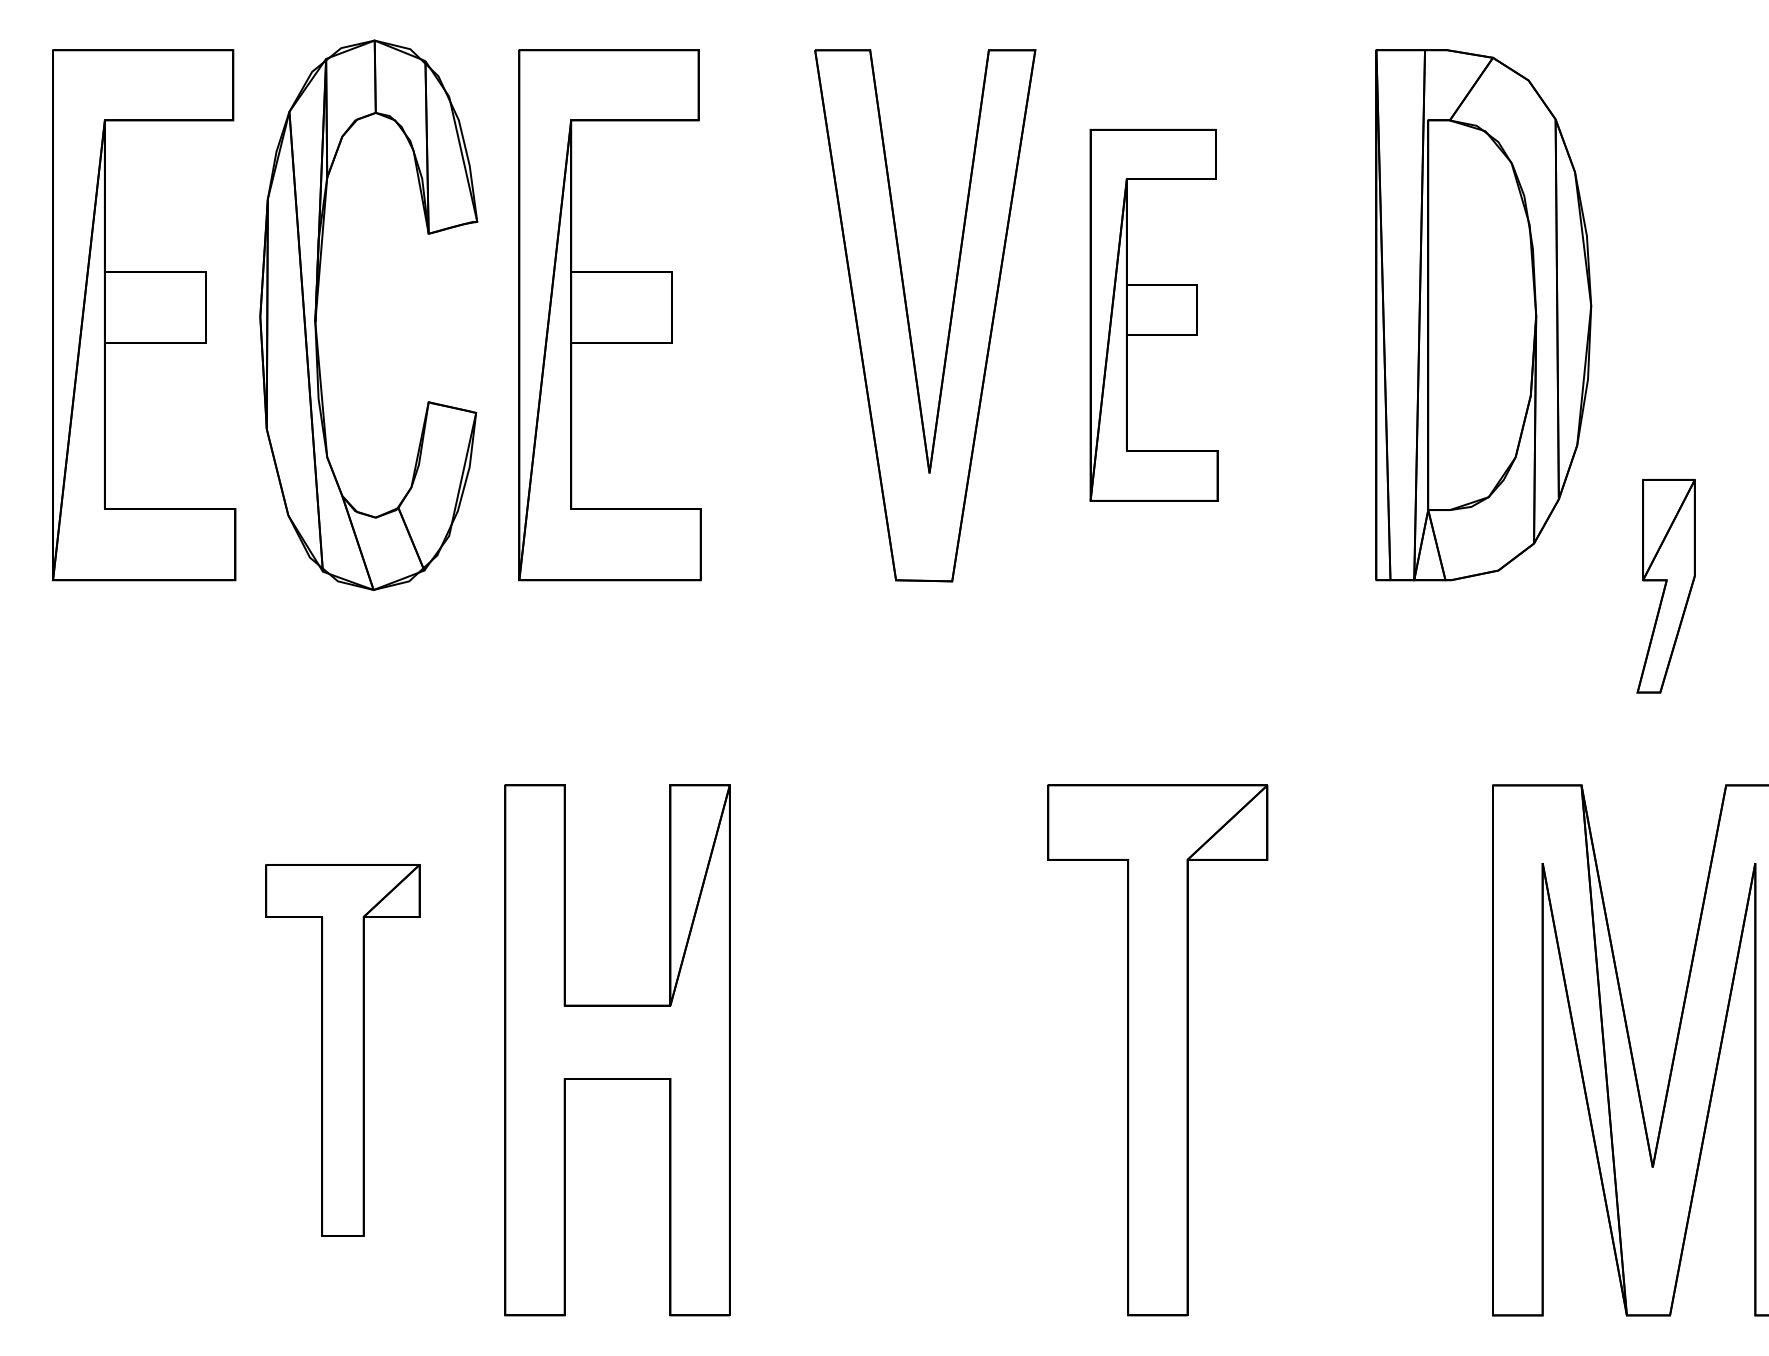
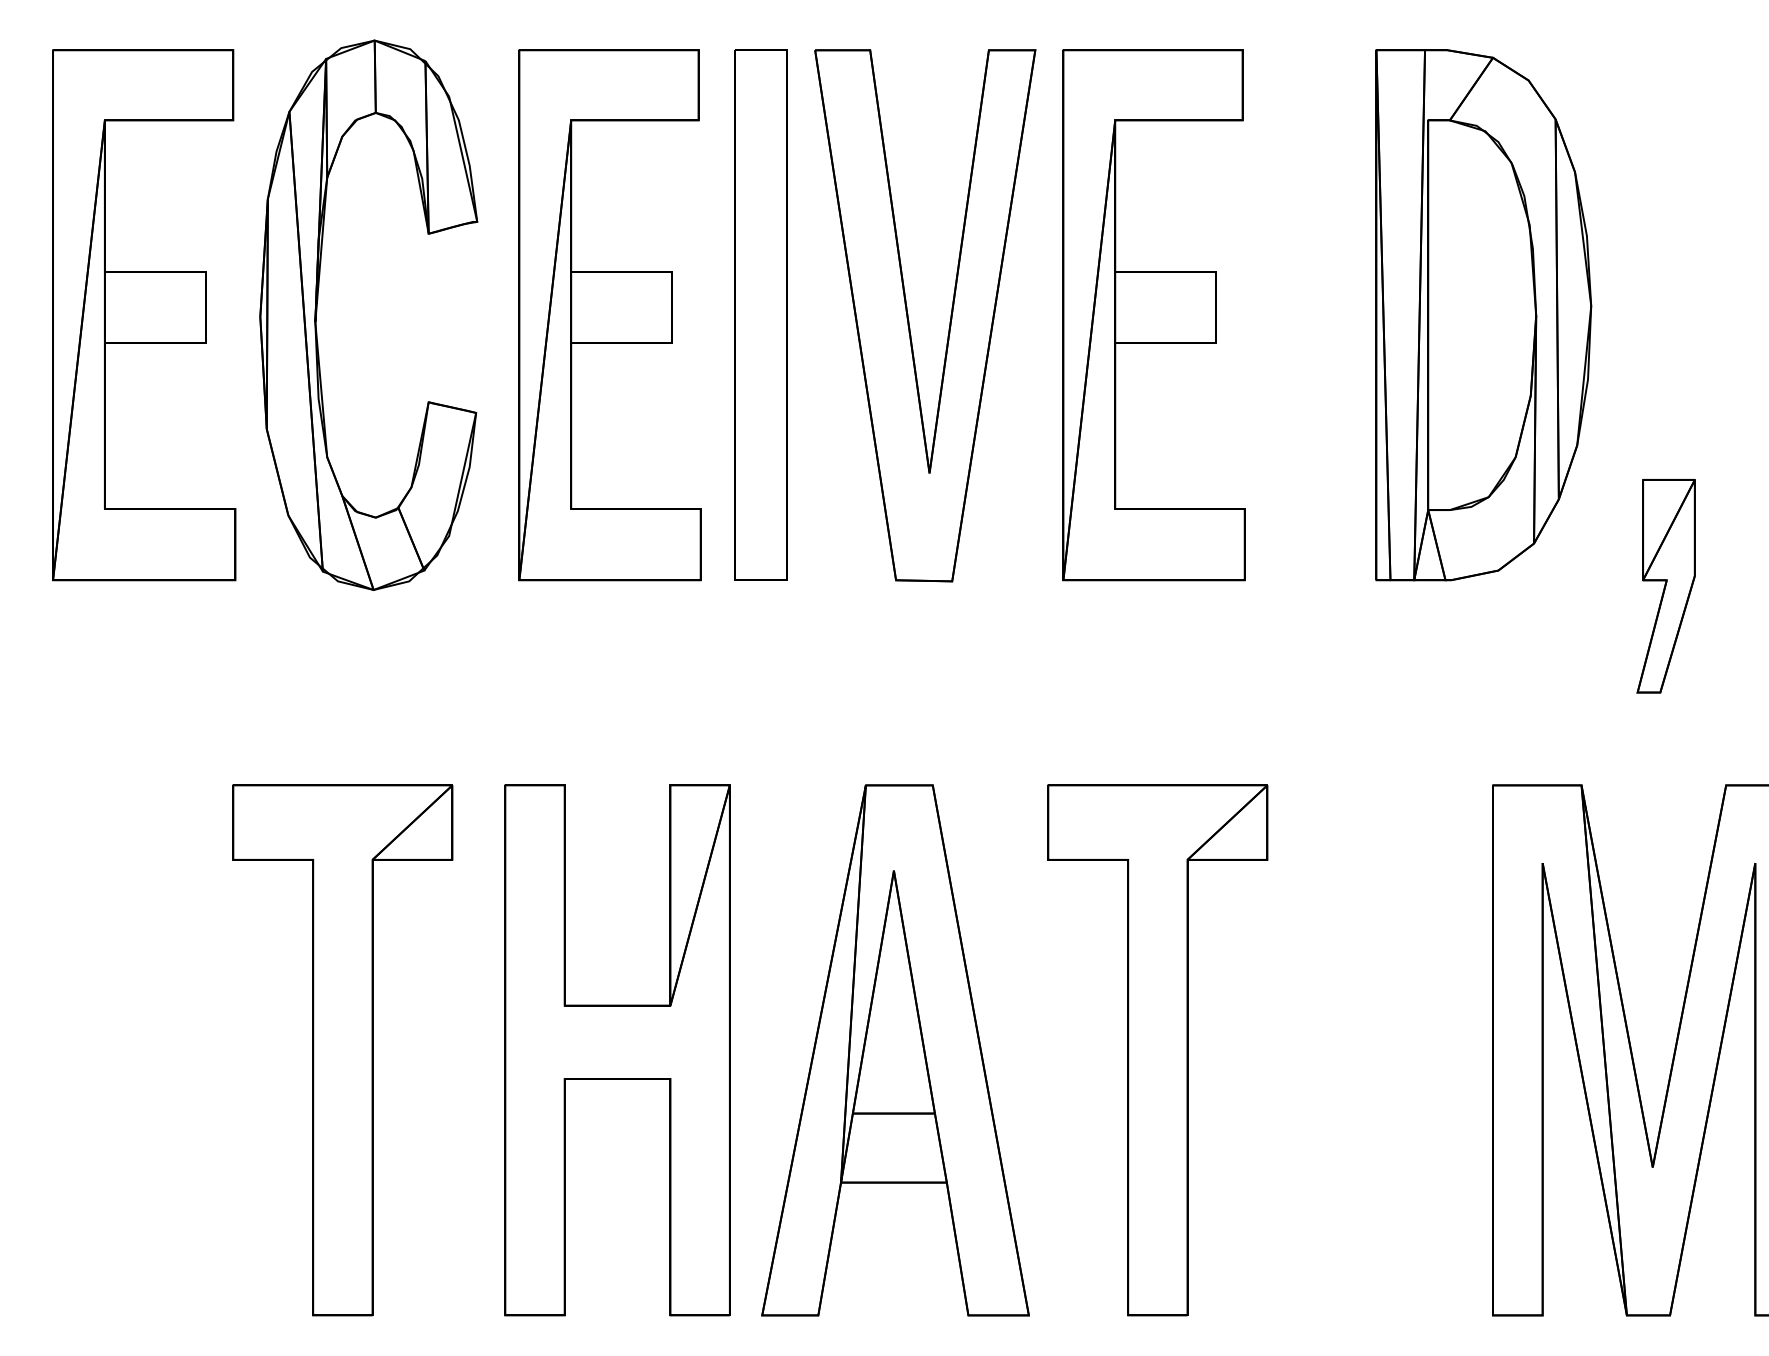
part at (760, 314): none -> present
part at (1153, 315) size: 130x373 px -> 184x533 px
part at (342, 1050) size: 156x373 px -> 222x533 px
part at (895, 1050): none -> present
